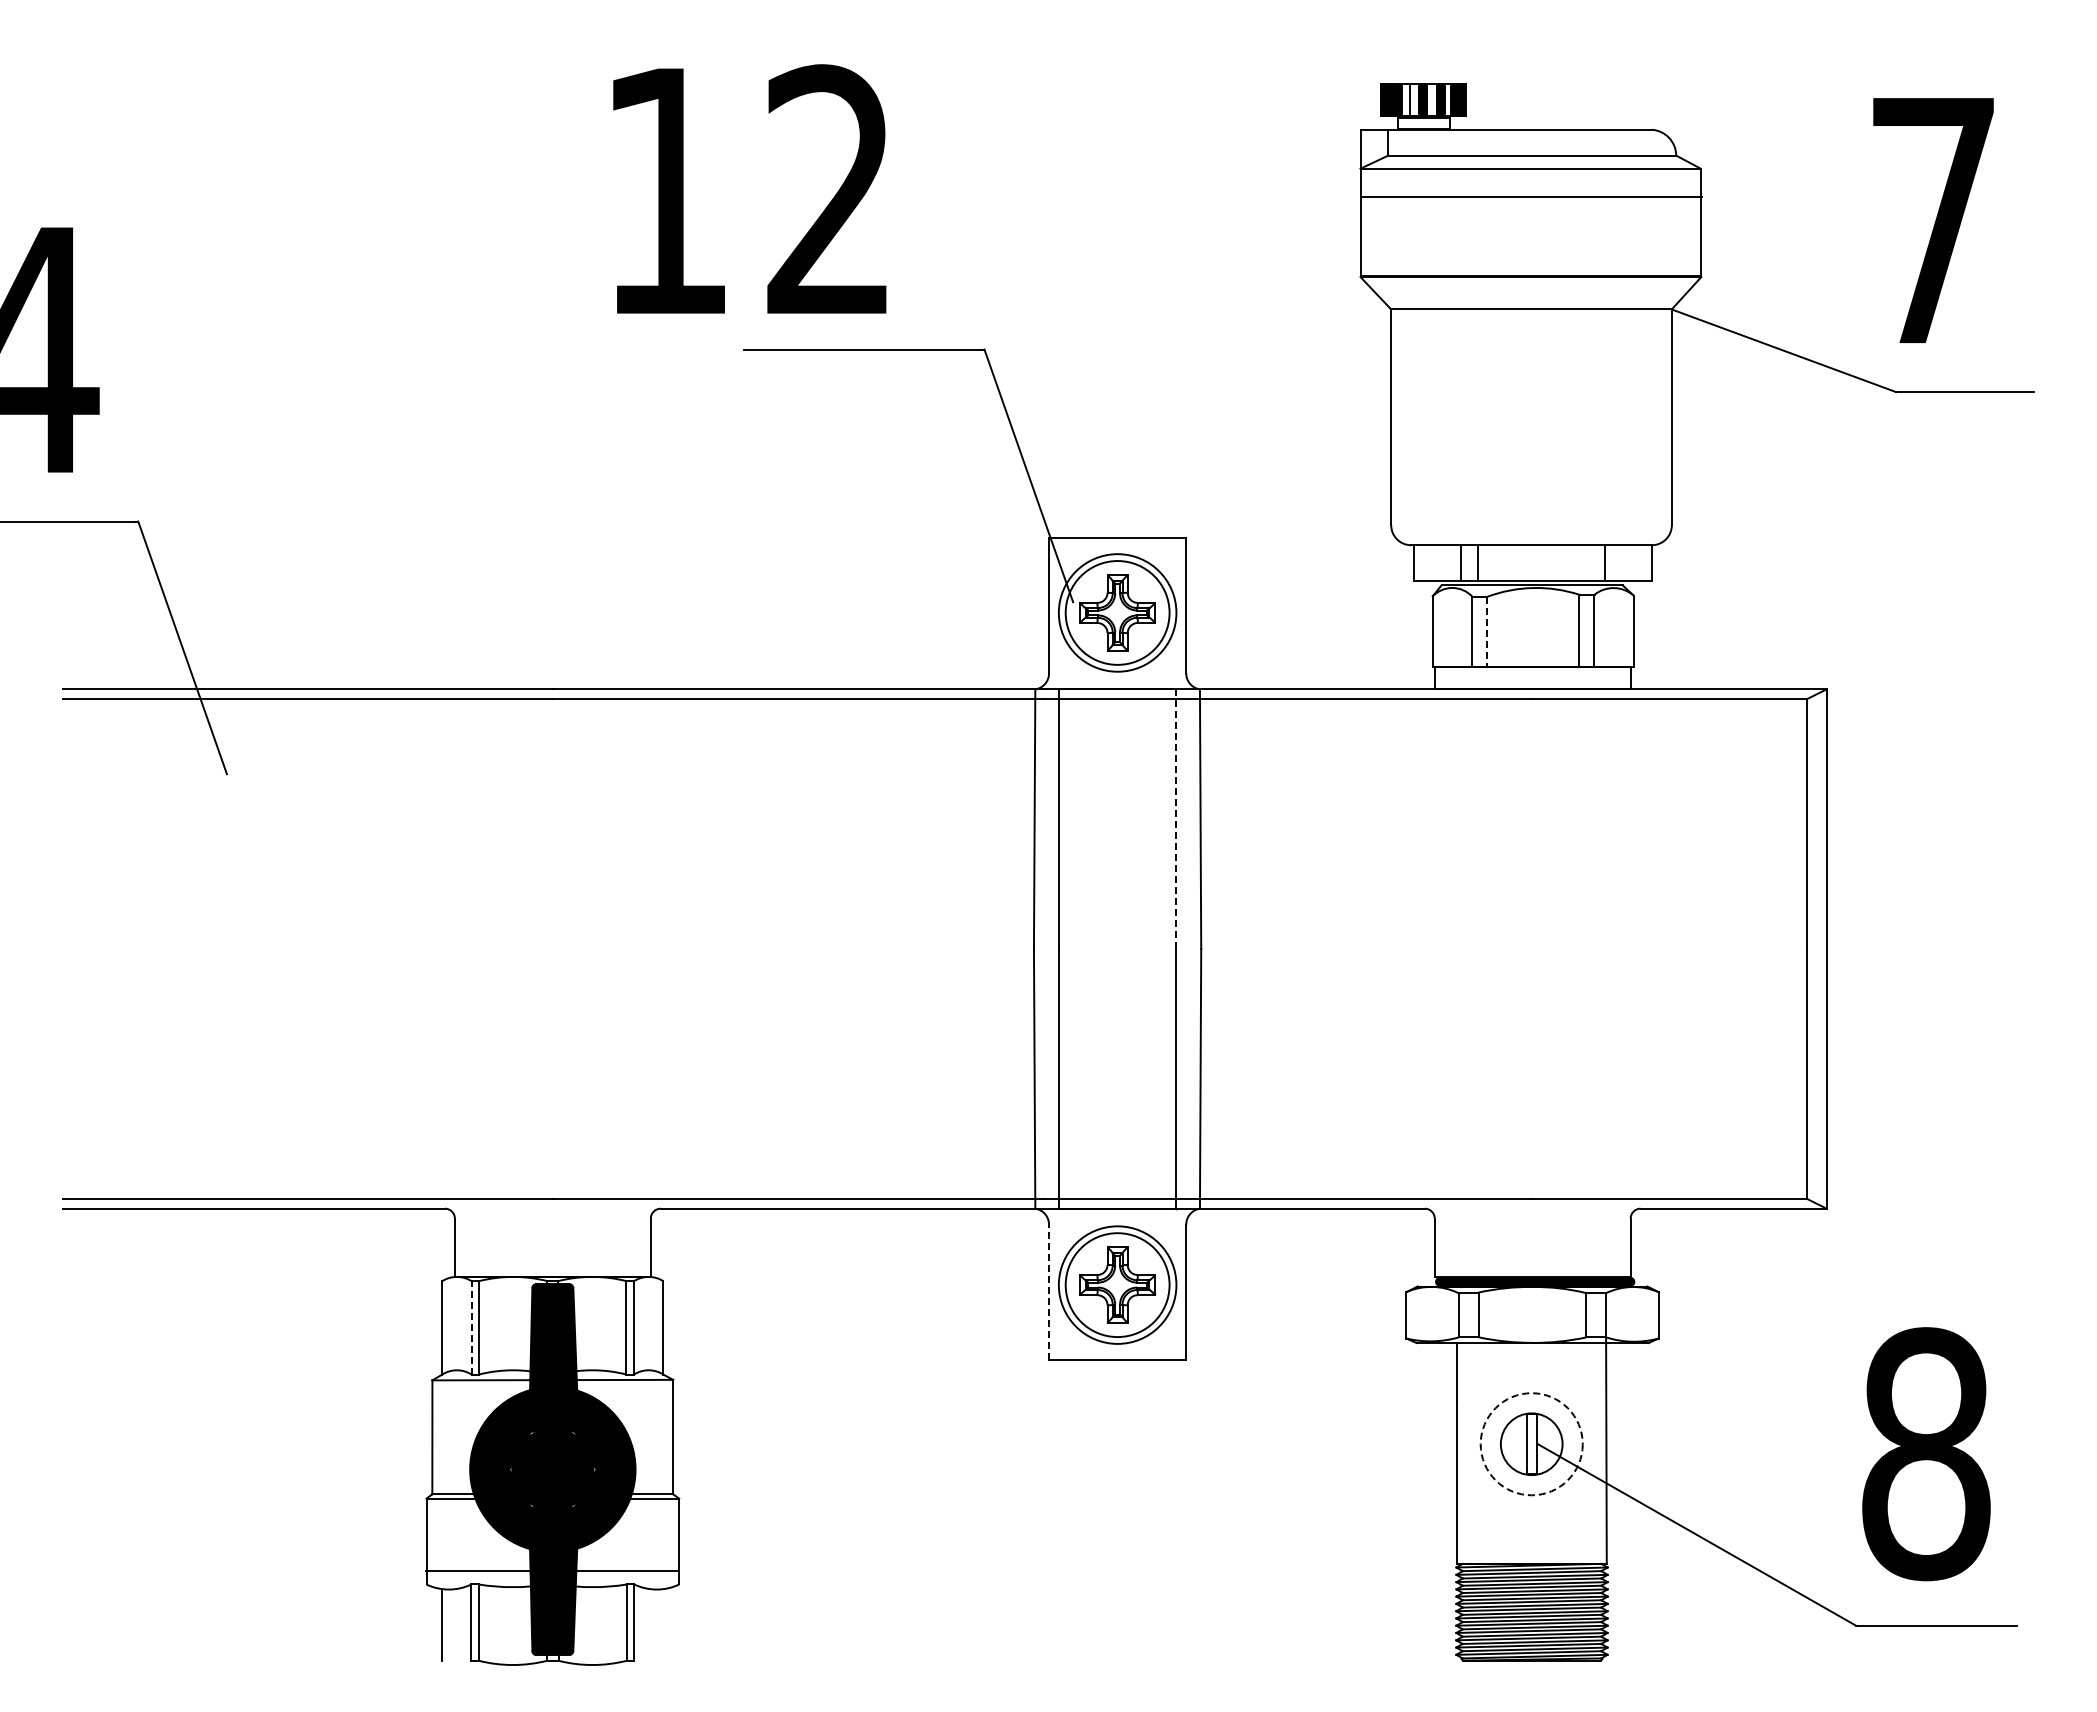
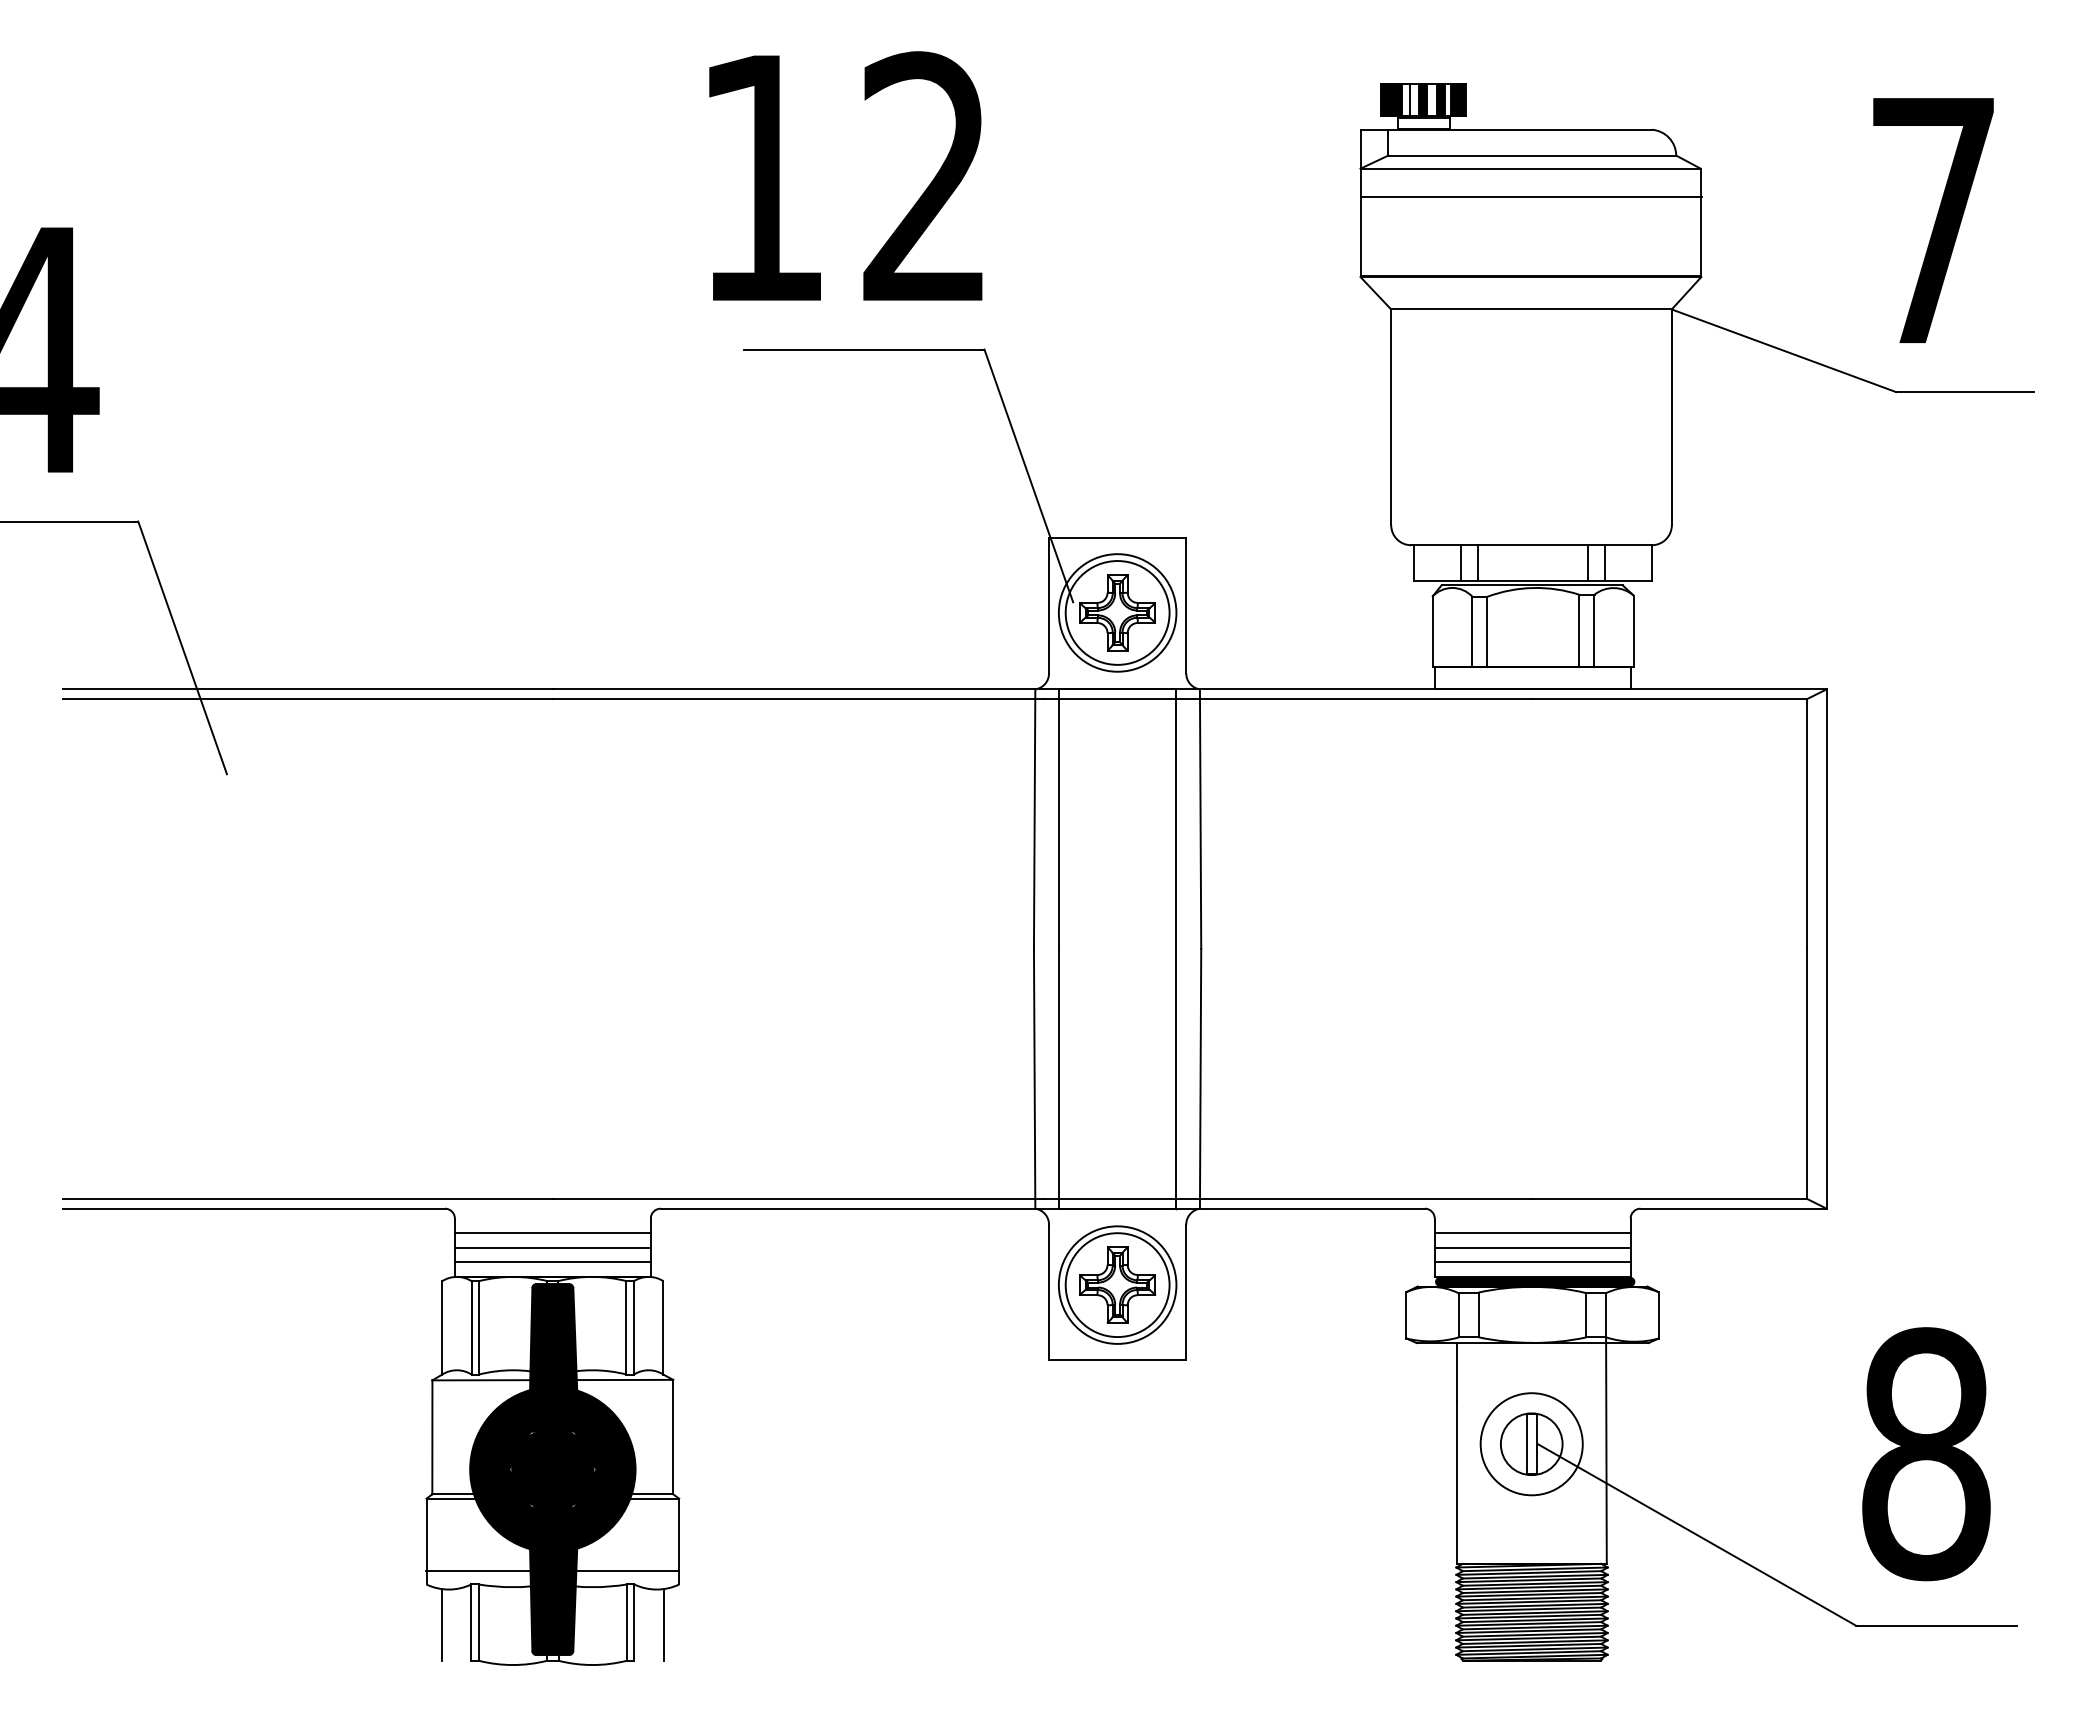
text at (749, 188) position: (749, 188) -> (845, 175)
line at (1587, 562): none -> present
line at (1486, 631): dashed -> solid
line at (1176, 819): dashed -> solid
line at (552, 1233): none -> present
line at (1532, 1233): none -> present
line at (552, 1247): none -> present
line at (1532, 1247): none -> present
line at (552, 1262): none -> present
line at (1532, 1262): none -> present
line at (1049, 1292): dashed -> solid
line at (471, 1327): dashed -> solid
circle at (1531, 1444): dashed -> solid
line at (663, 1624): none -> present
